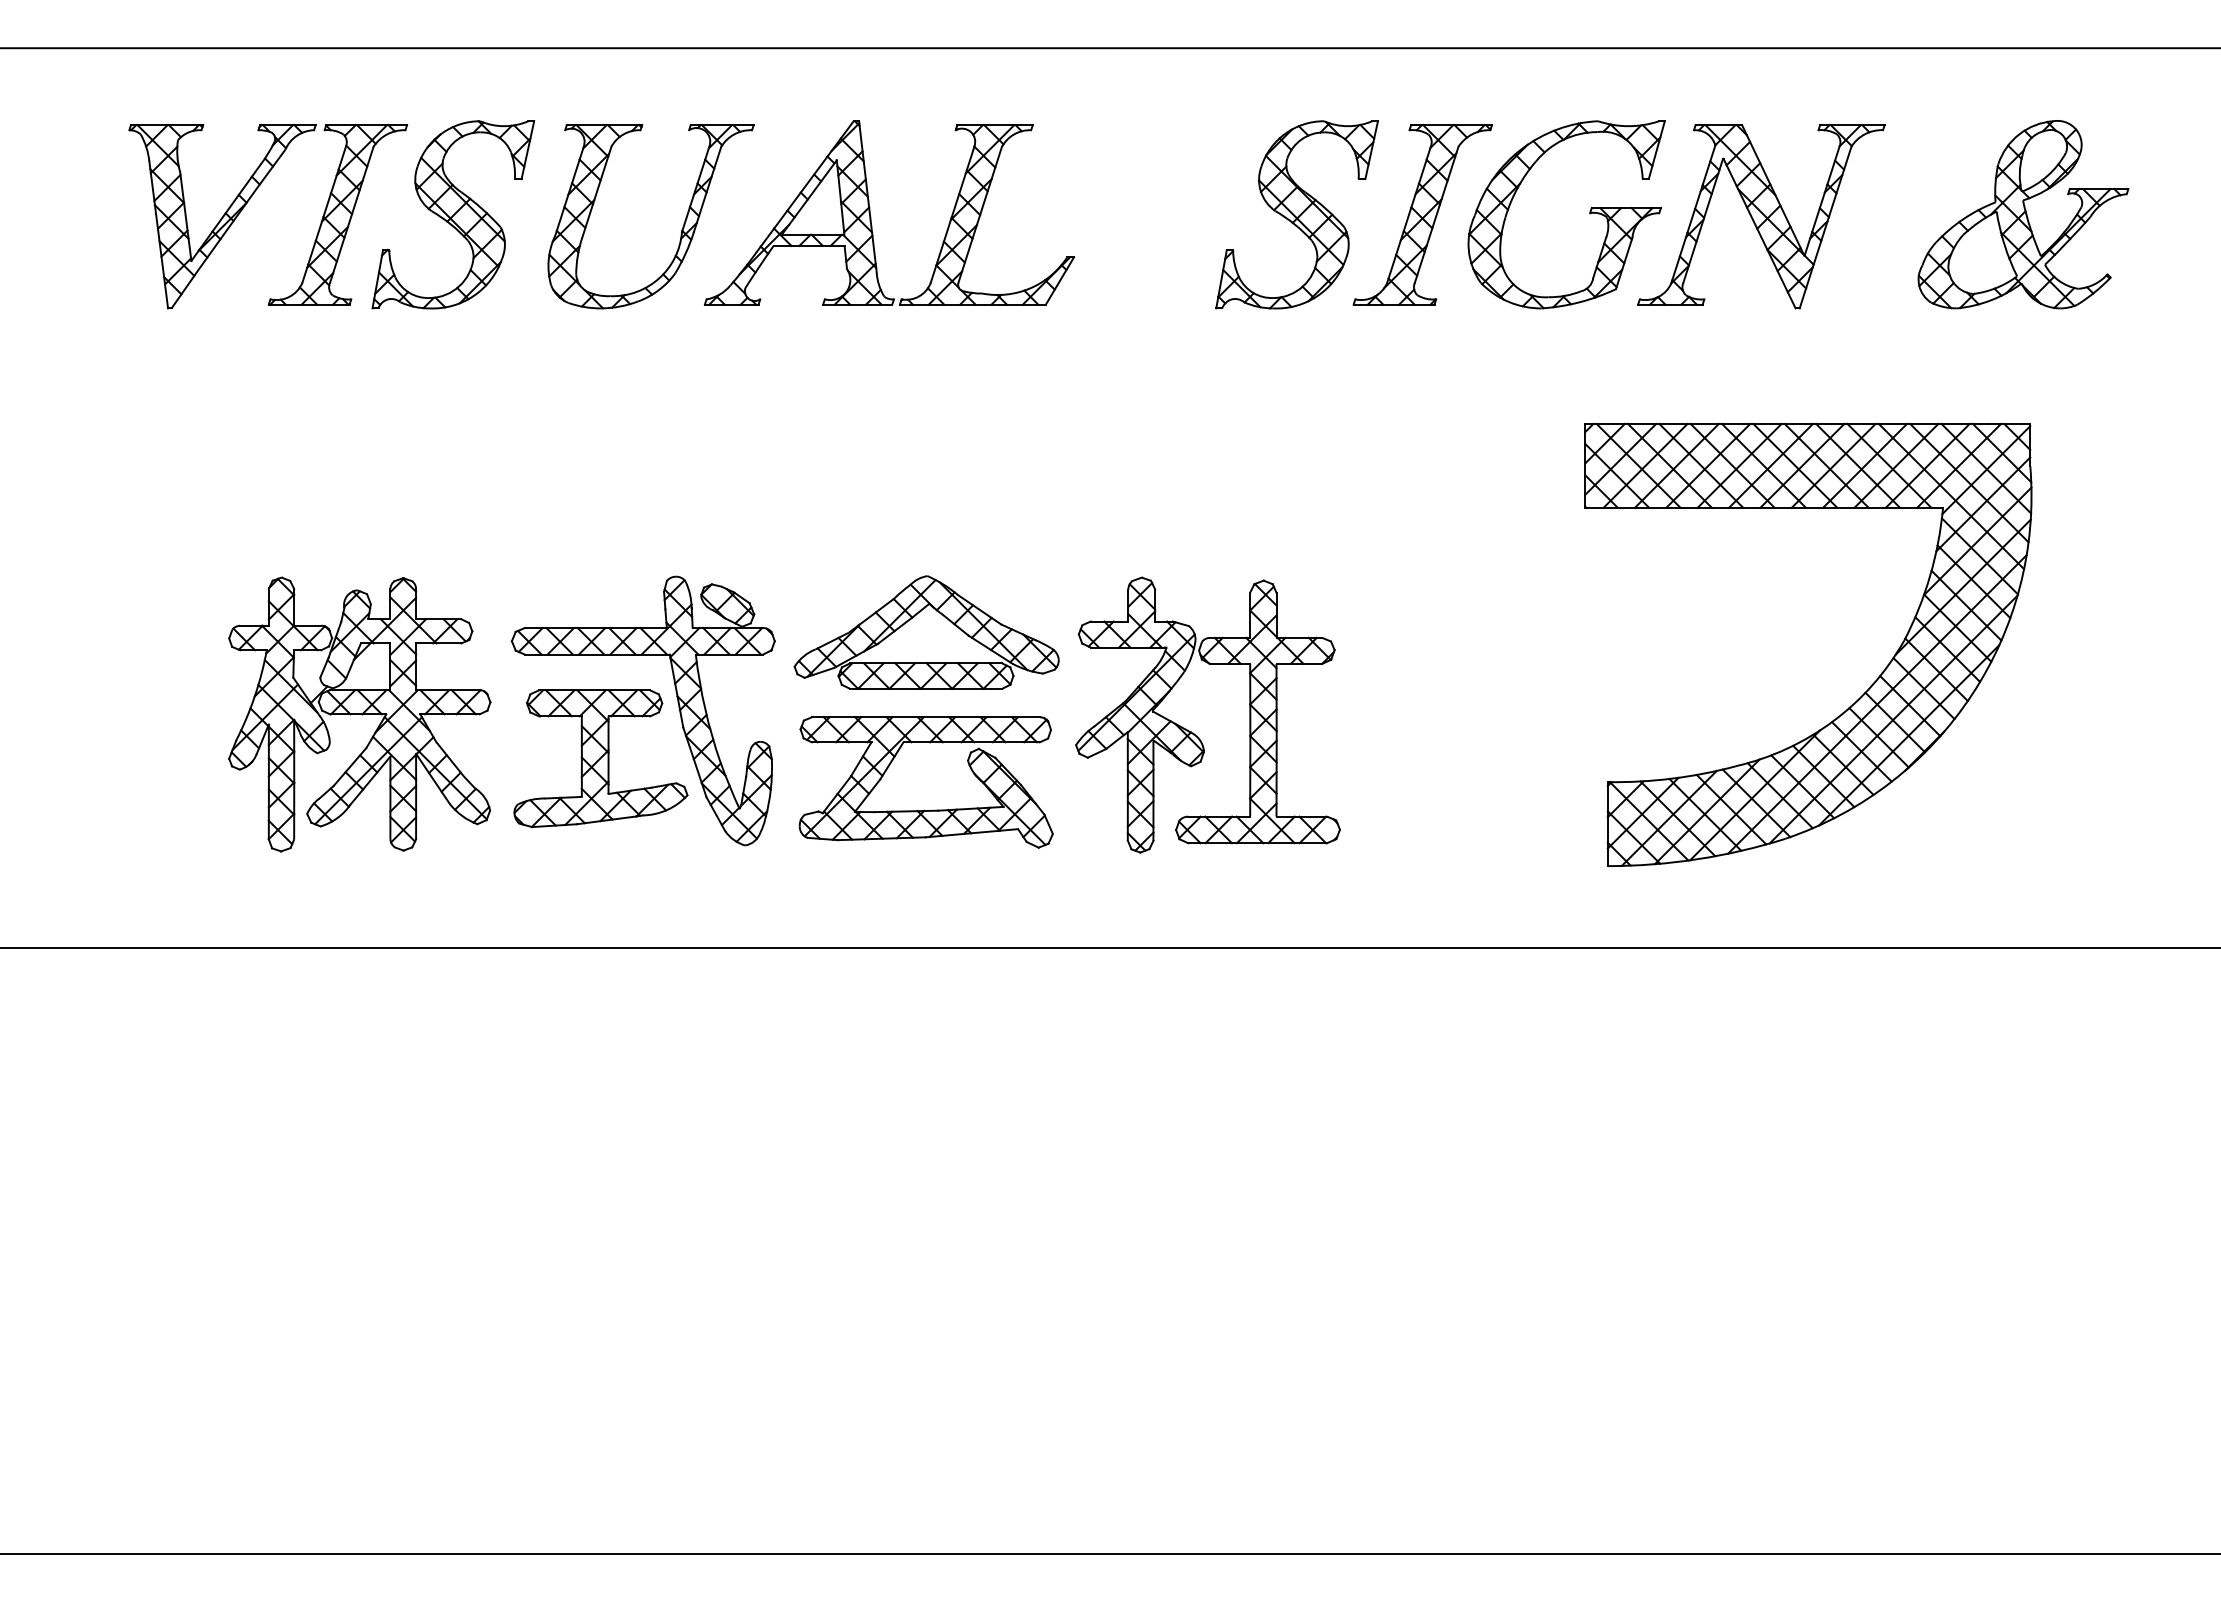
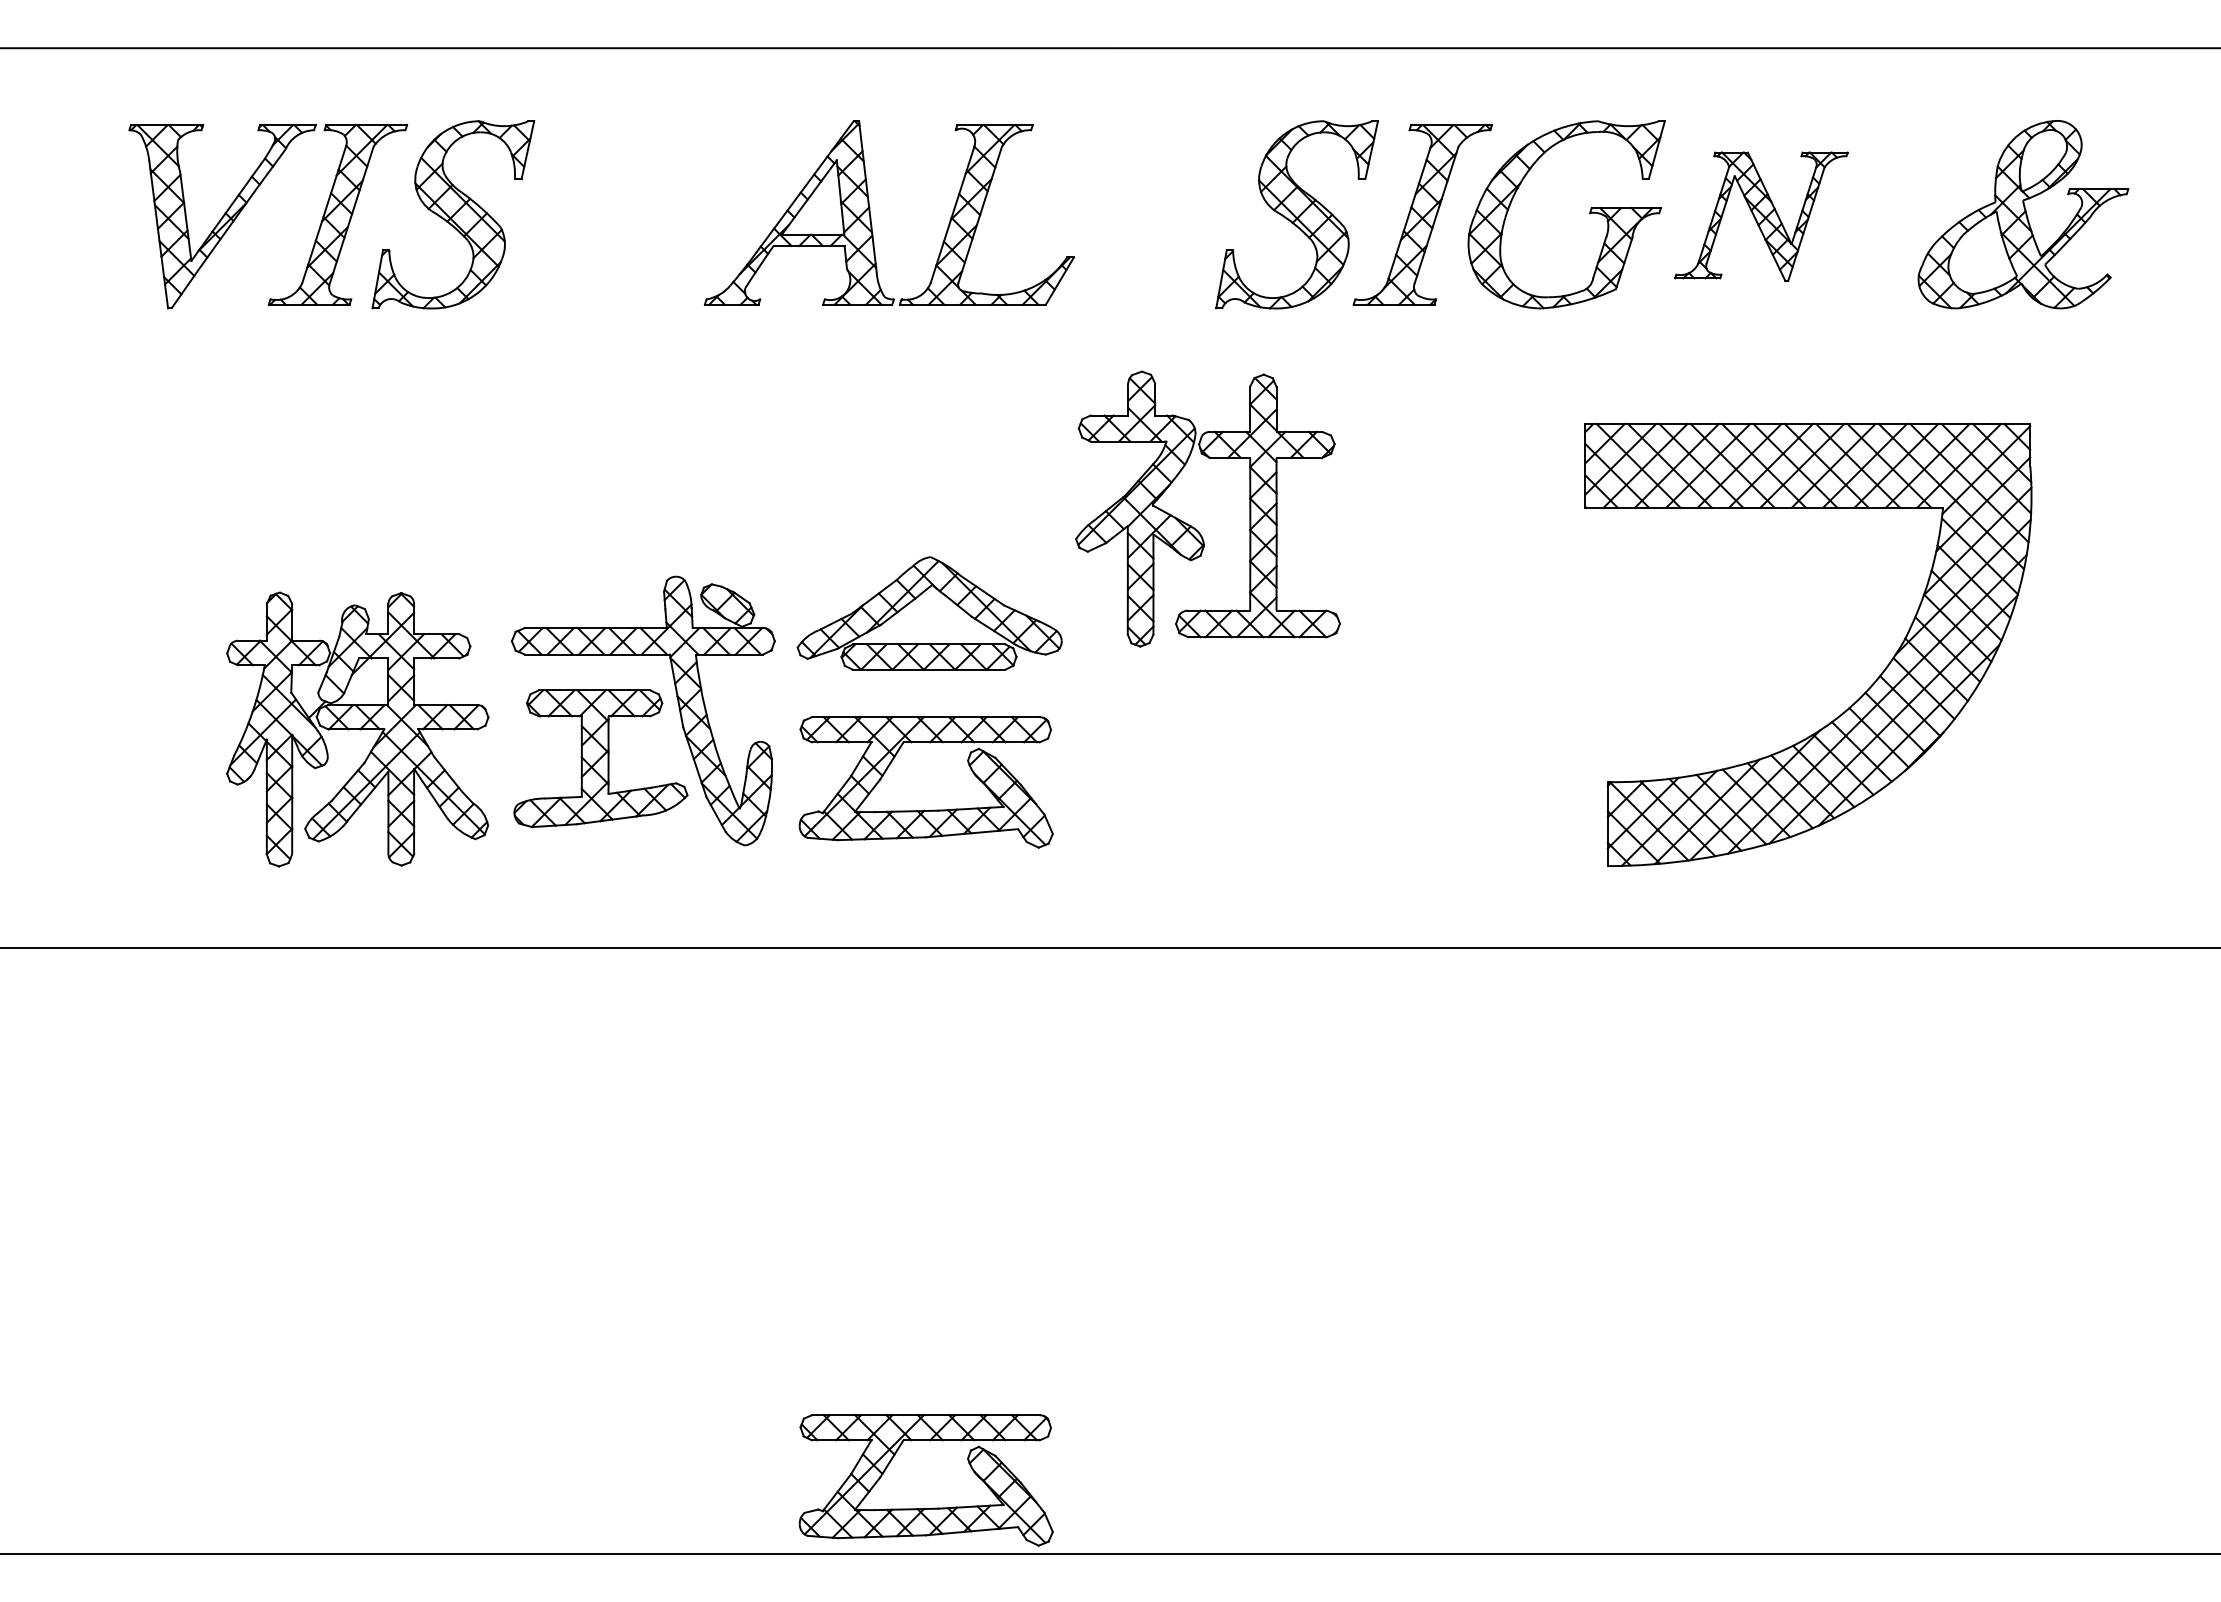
part at (1761, 216) size: 249x186 px -> 175x131 px
part at (682, 226): present -> none
part at (913, 618) position: (913, 618) -> (916, 599)
part at (359, 714) position: (359, 714) -> (357, 729)
part at (1193, 732) position: (1193, 732) -> (1193, 526)
part at (932, 1507): none -> present
